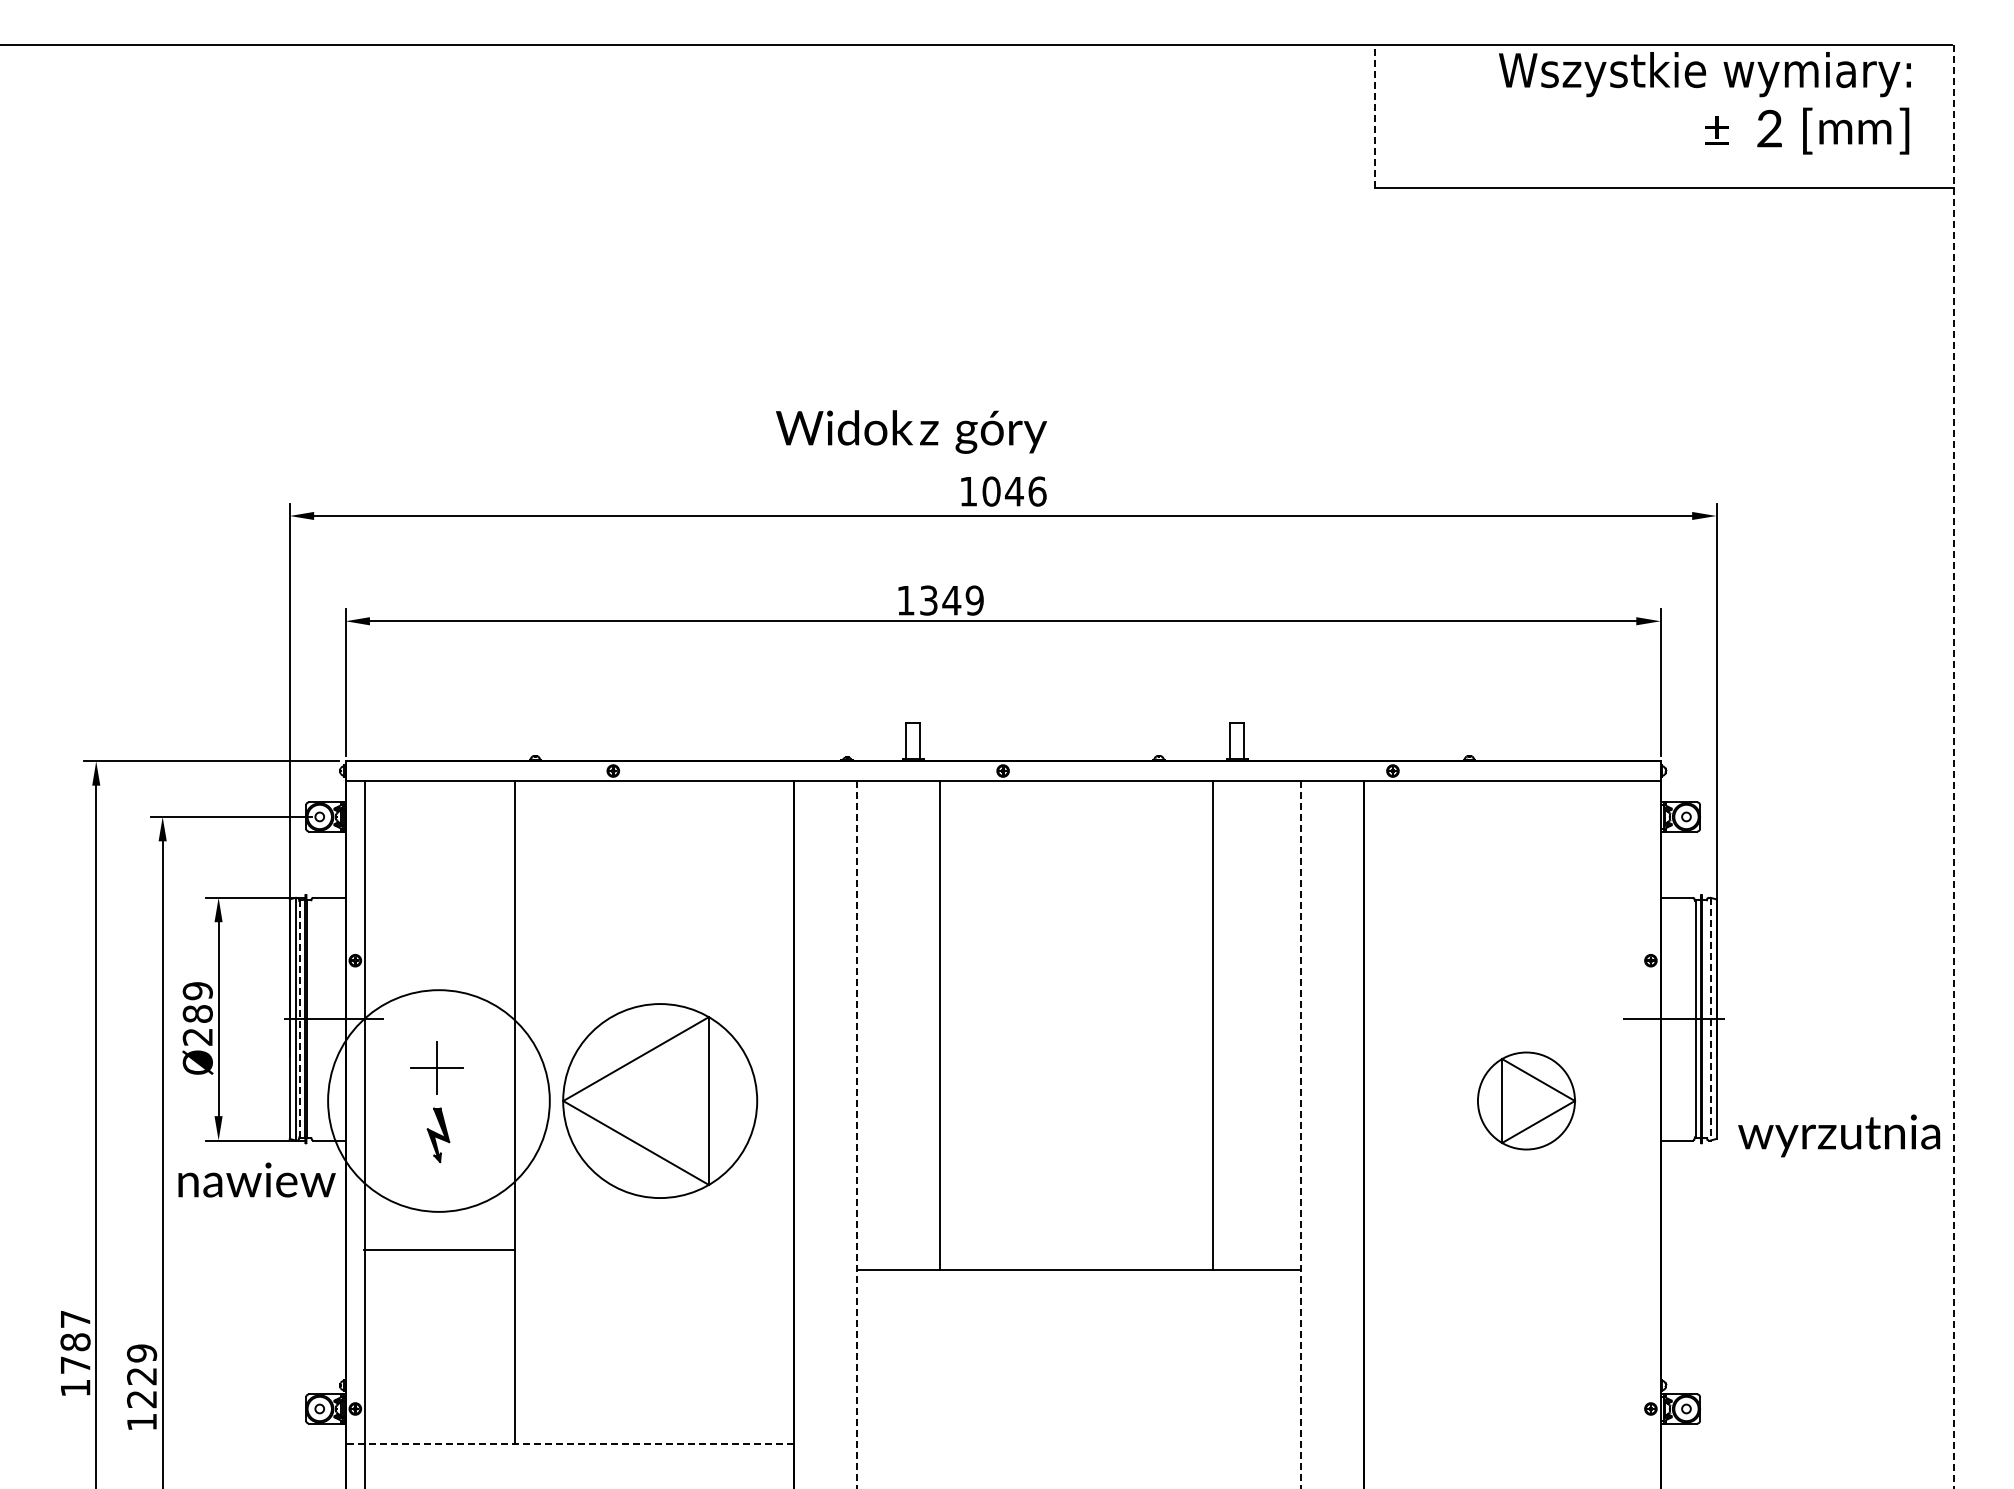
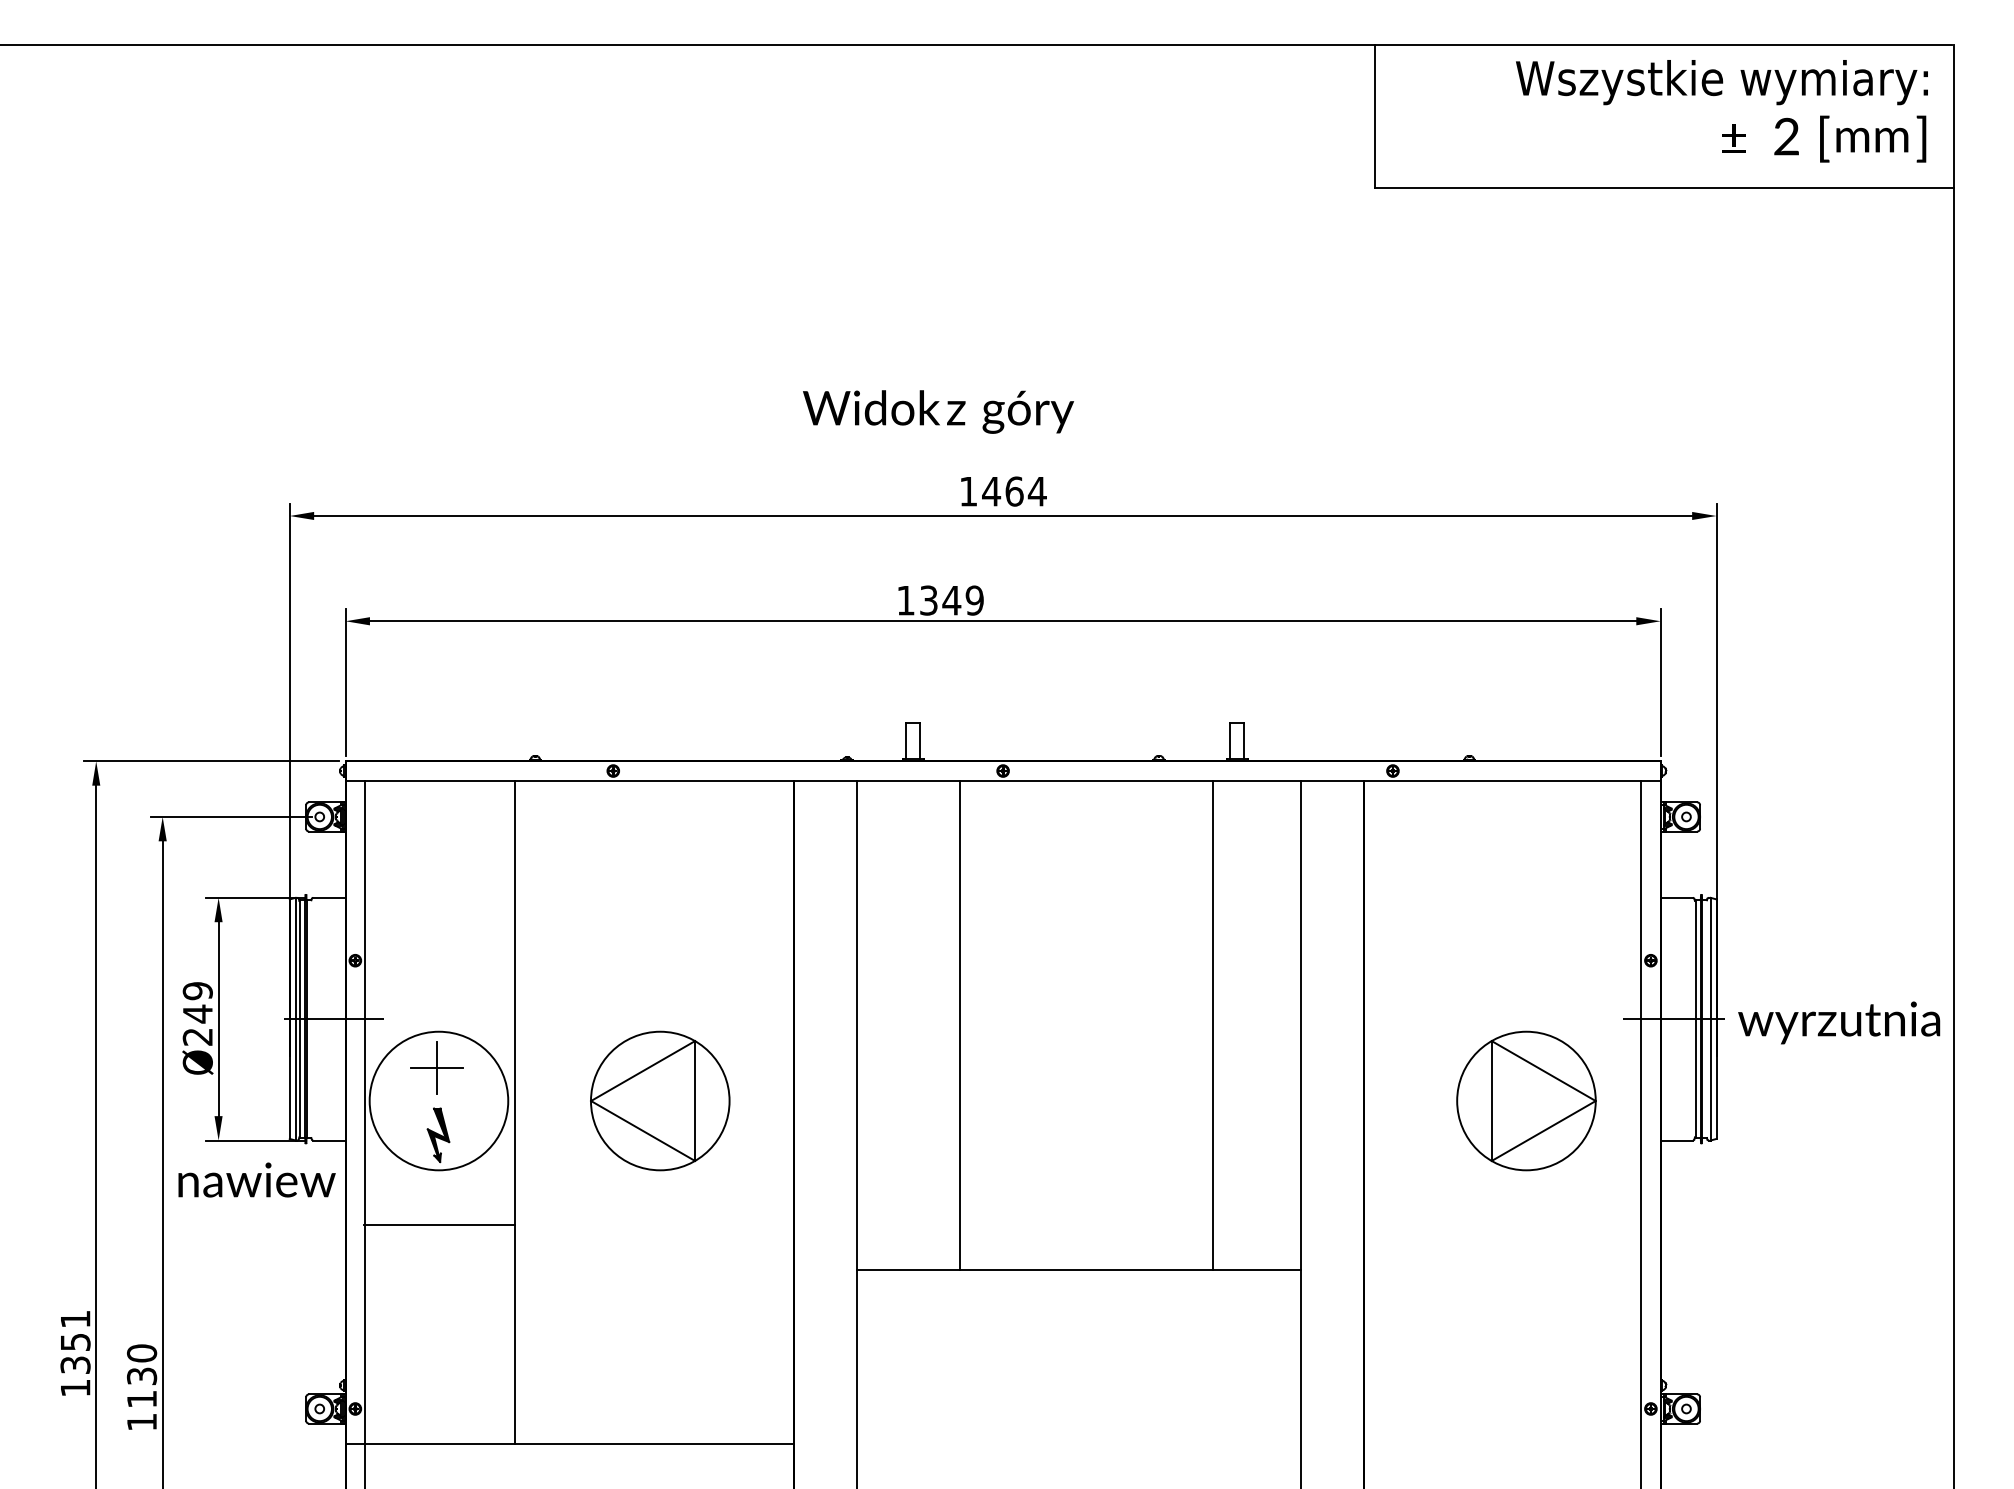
text at (1704, 103) position: (1704, 103) -> (1721, 111)
line at (1375, 115): dashed -> solid
text at (911, 431) position: (911, 431) -> (938, 411)
text at (1014, 491): 1046 -> 1464
line at (1953, 766): dashed -> solid
text at (197, 1013): Ø289 -> Ø249
line at (300, 1019): dashed -> solid
line at (1710, 1019): dashed -> solid
line at (939, 1024) position: (939, 1024) -> (959, 1024)
circle at (438, 1100) diameter: 222 px -> 139 px
part at (660, 1100) size: 197x196 px -> 141x142 px
part at (1526, 1100) size: 99x100 px -> 141x142 px
line at (1641, 1132): none -> present
line at (857, 1134): dashed -> solid
line at (1300, 1134): dashed -> solid
text at (1839, 1135) position: (1839, 1135) -> (1839, 1022)
line at (439, 1249) position: (439, 1249) -> (439, 1224)
text at (75, 1342): 1787 -> 1351
text at (141, 1376): 1229 -> 1130
line at (569, 1444): dashed -> solid
